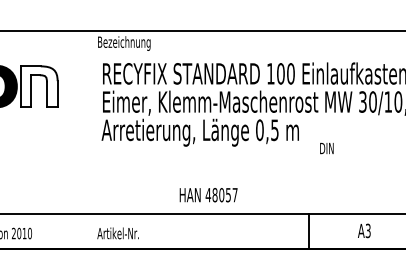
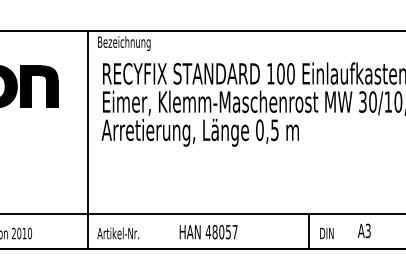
fill at (38, 86): none -> present
line at (88, 139): none -> present
text at (326, 148) position: (326, 148) -> (326, 233)
text at (208, 195) position: (208, 195) -> (208, 232)
